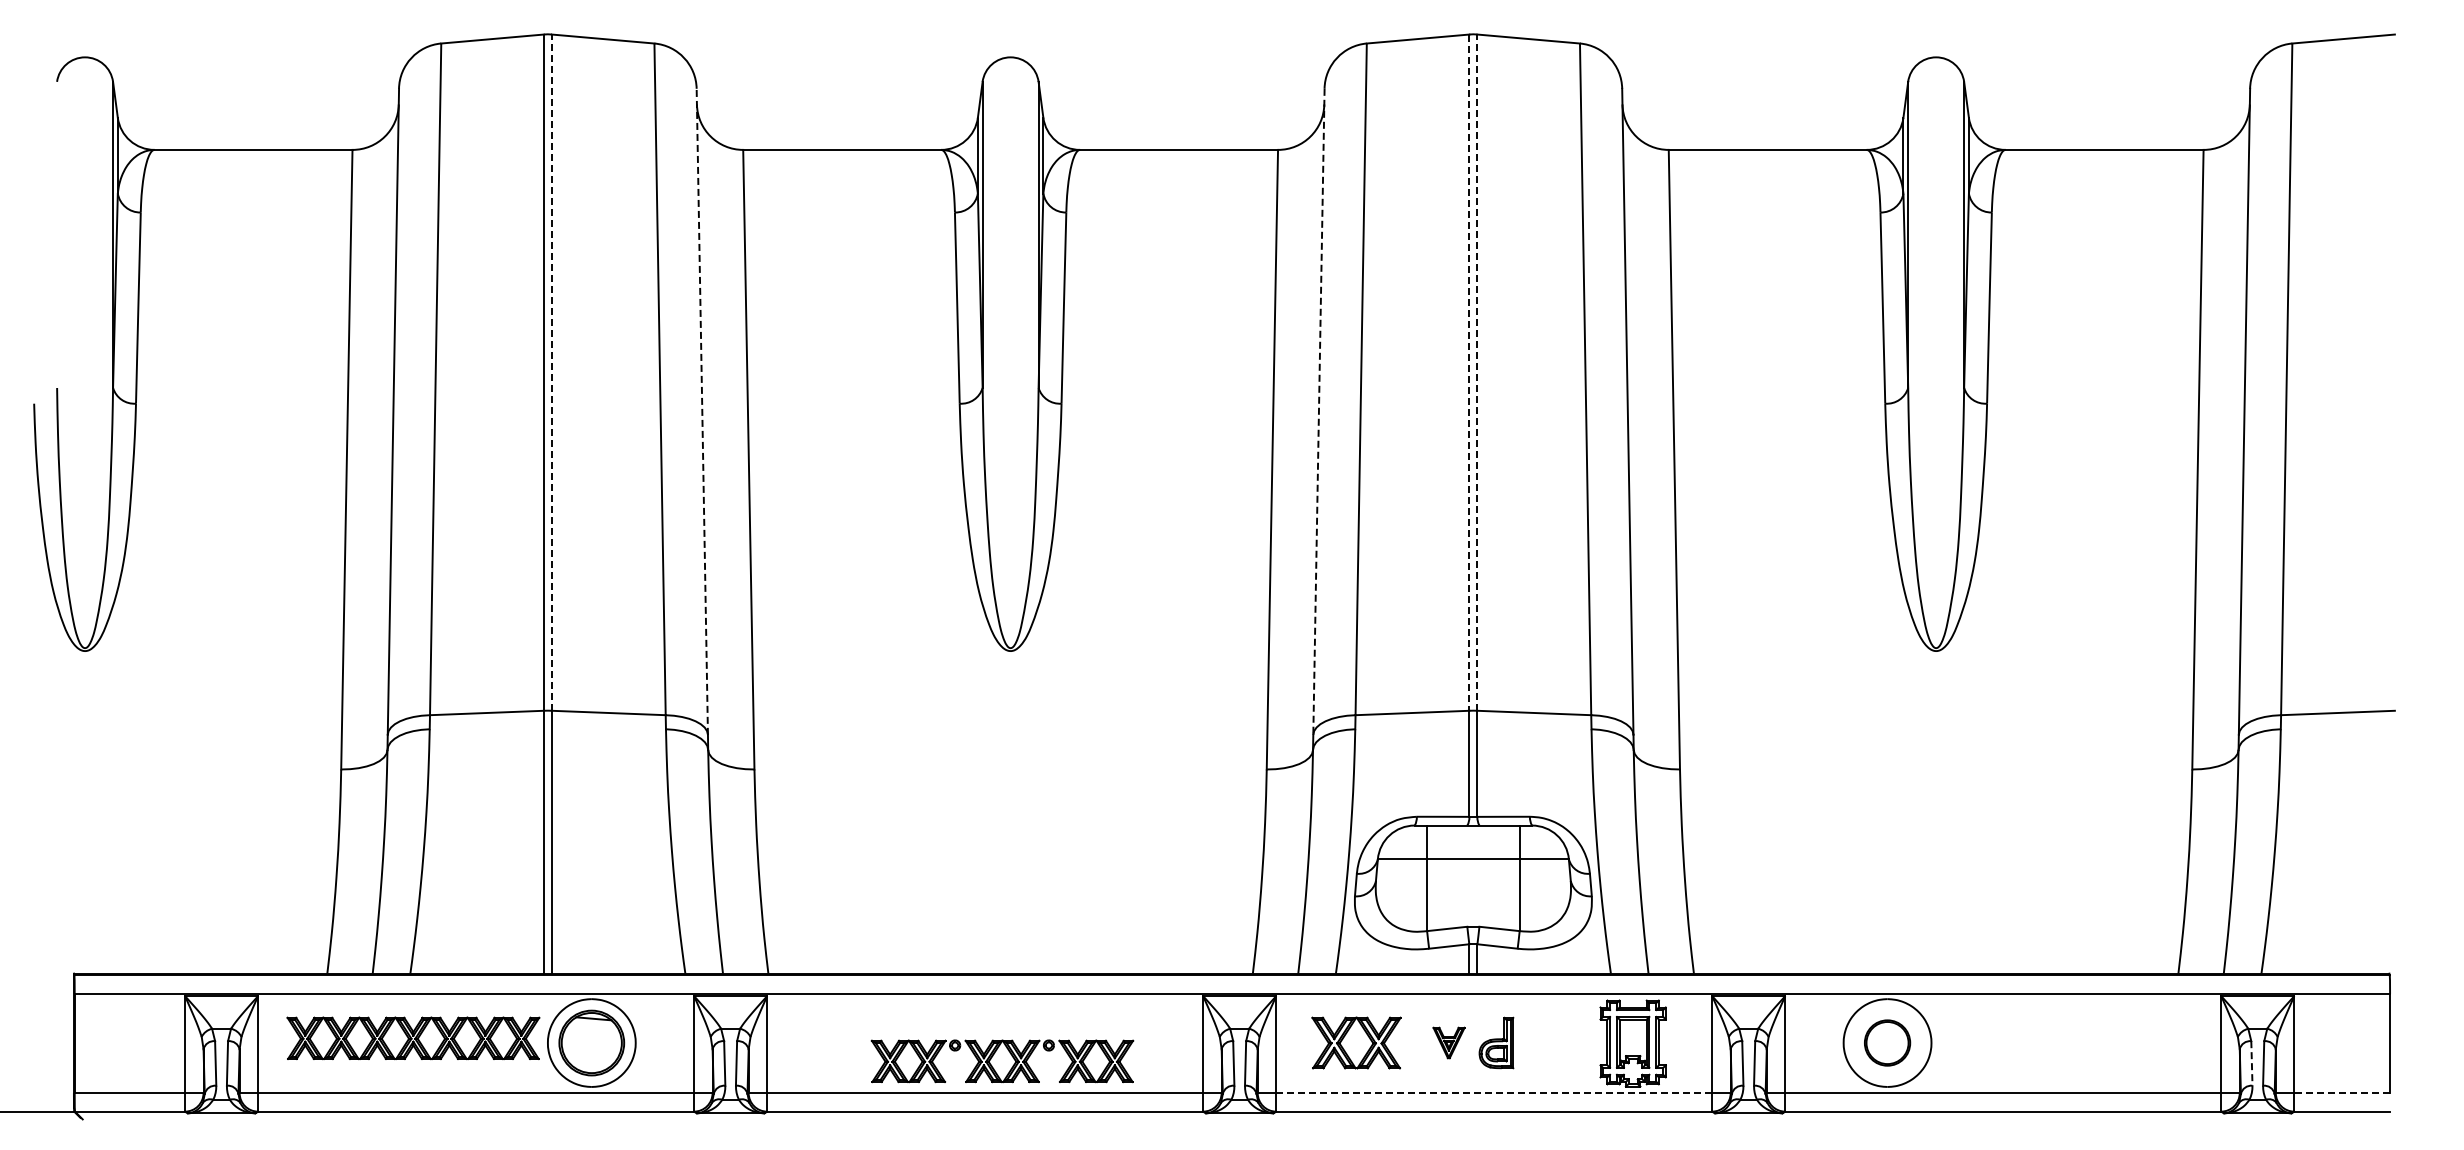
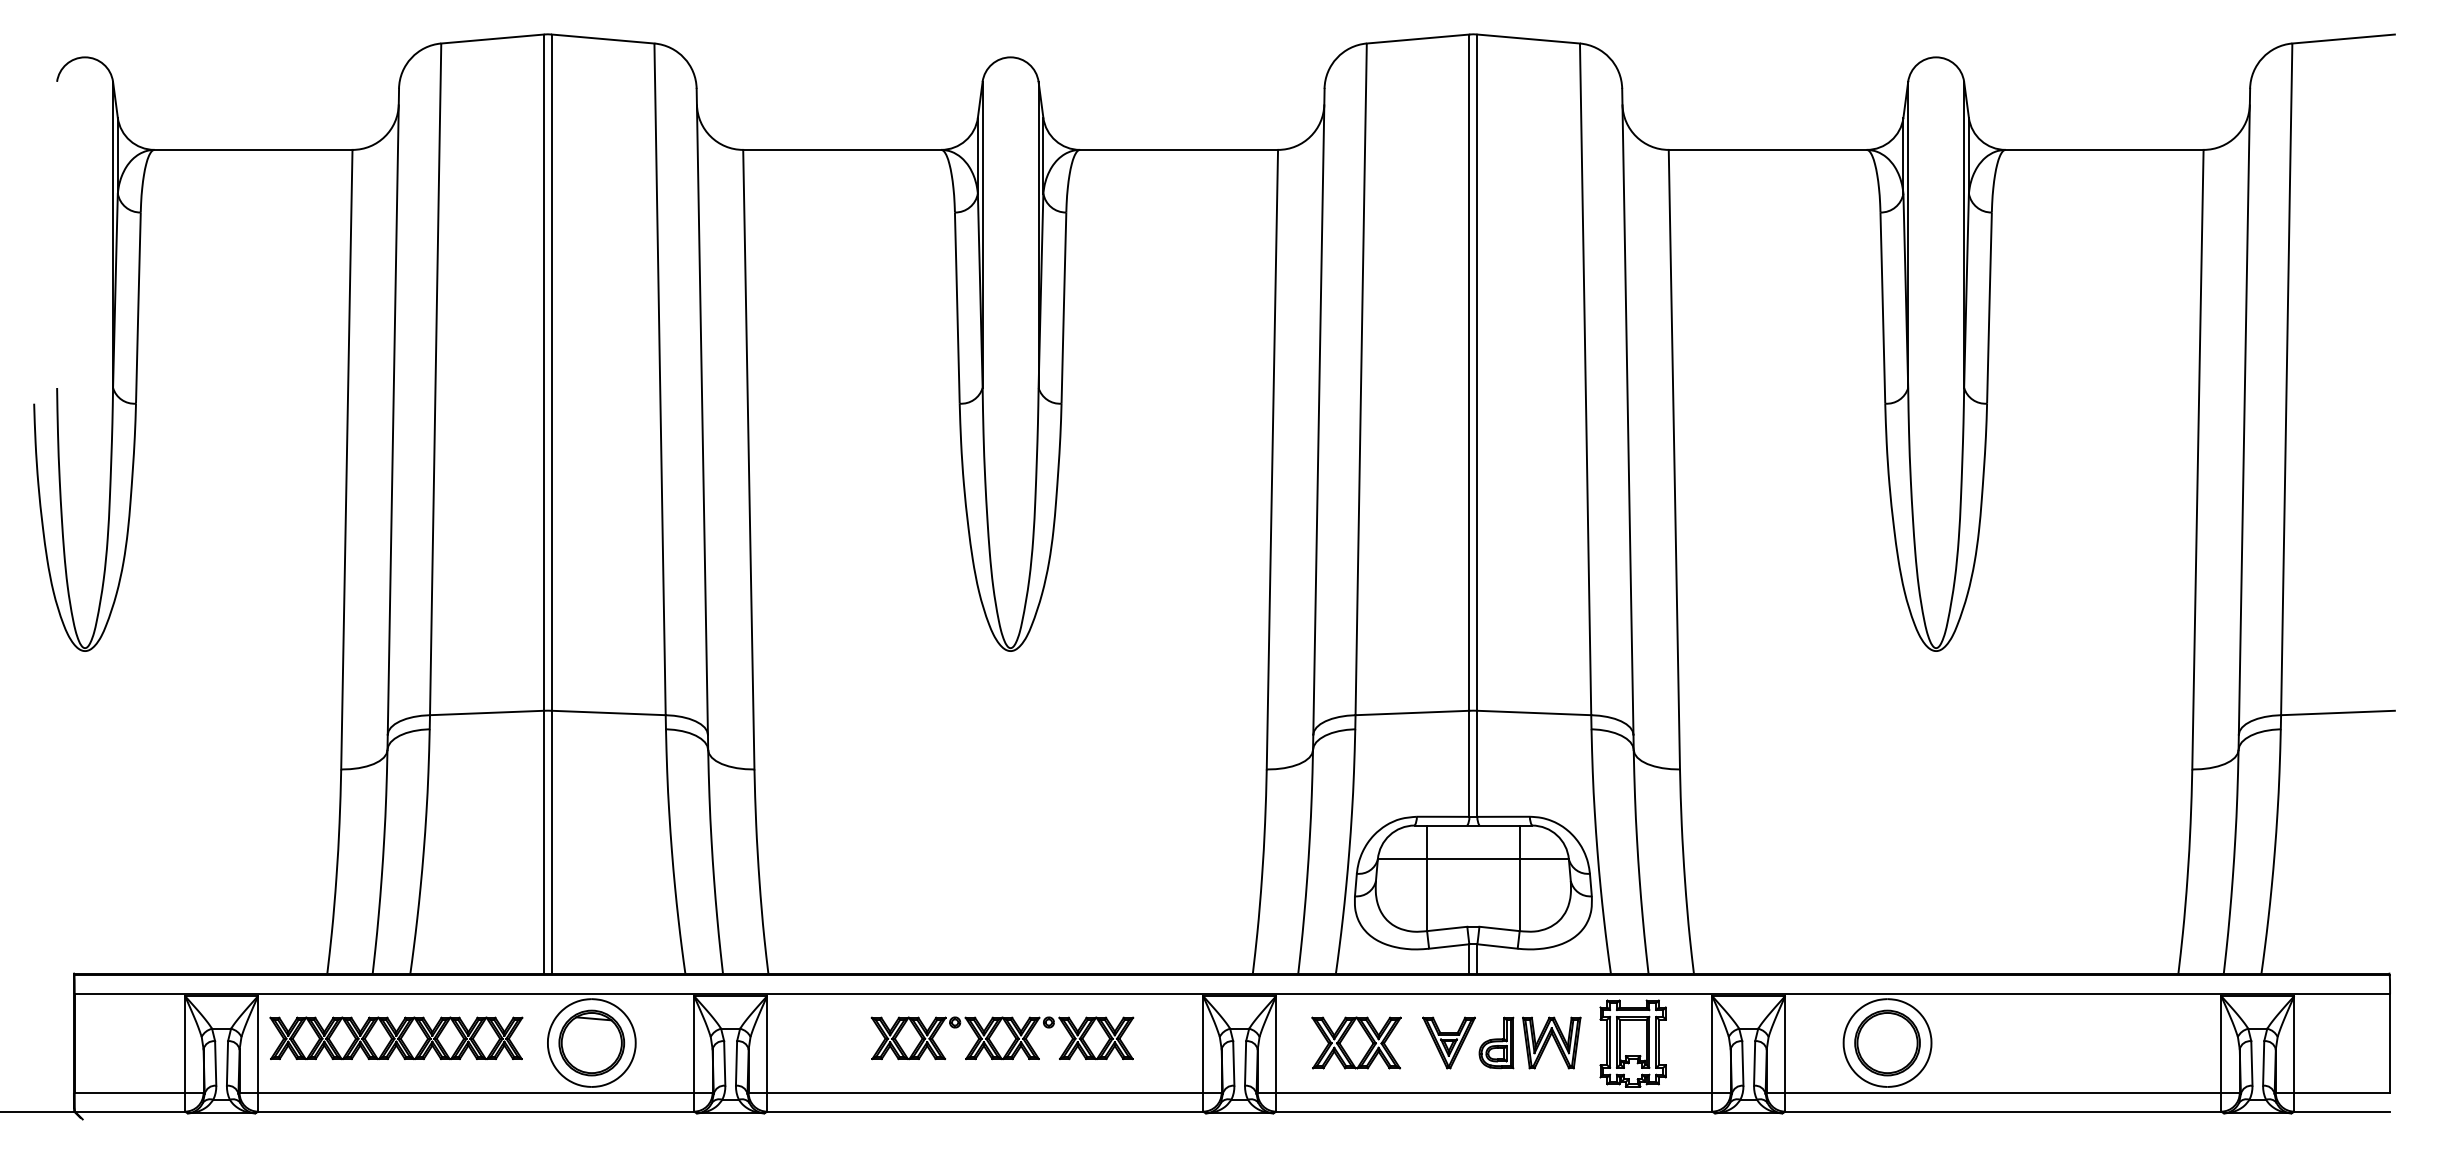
line at (551, 372): dashed -> solid
line at (1477, 372): dashed -> solid
line at (1469, 373): dashed -> solid
line at (702, 411): dashed -> solid
line at (1318, 412): dashed -> solid
part at (413, 1038) position: (413, 1038) -> (396, 1038)
part at (1448, 1042) size: 34x34 px -> 54x54 px
part at (1551, 1042): none -> present
part at (1887, 1042) size: 48x48 px -> 67x68 px
part at (1002, 1061) position: (1002, 1061) -> (1002, 1038)
line at (2251, 1063): dashed -> solid
line at (1494, 1093): dashed -> solid
line at (2342, 1093): dashed -> solid
